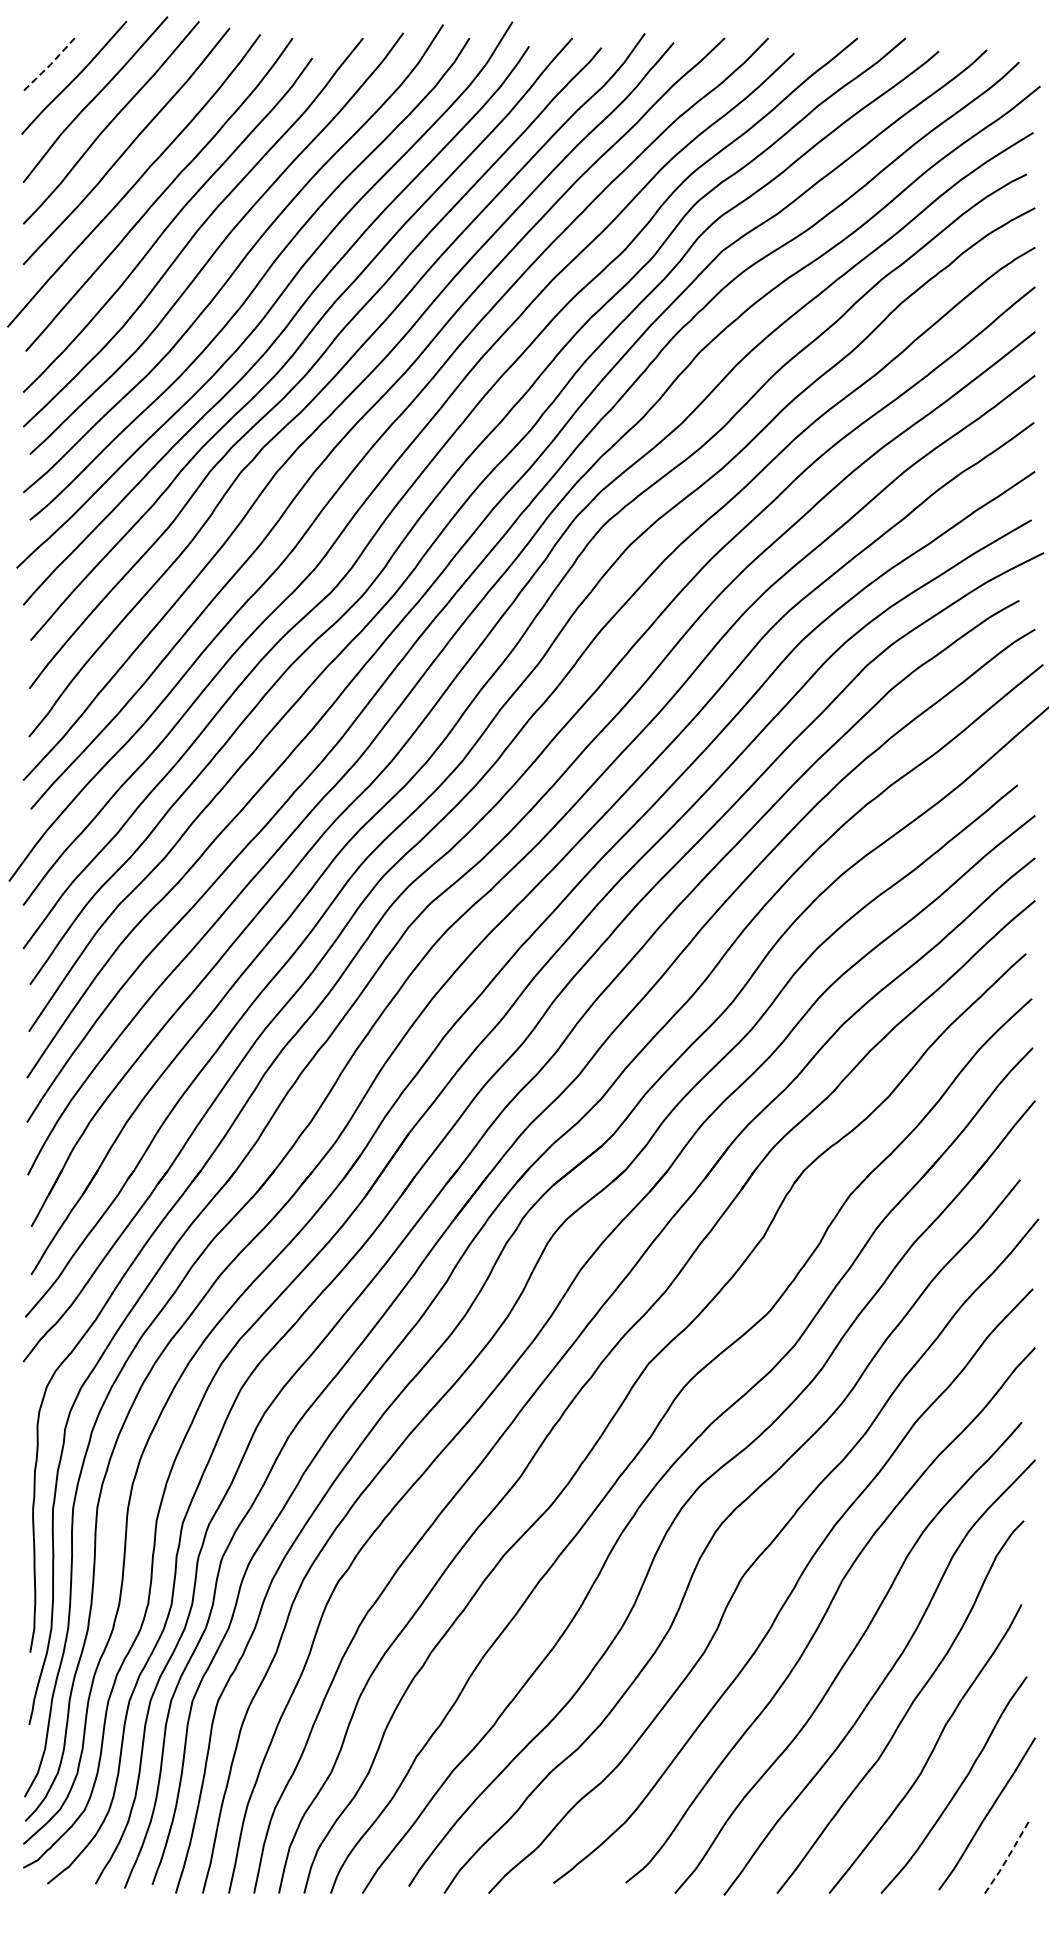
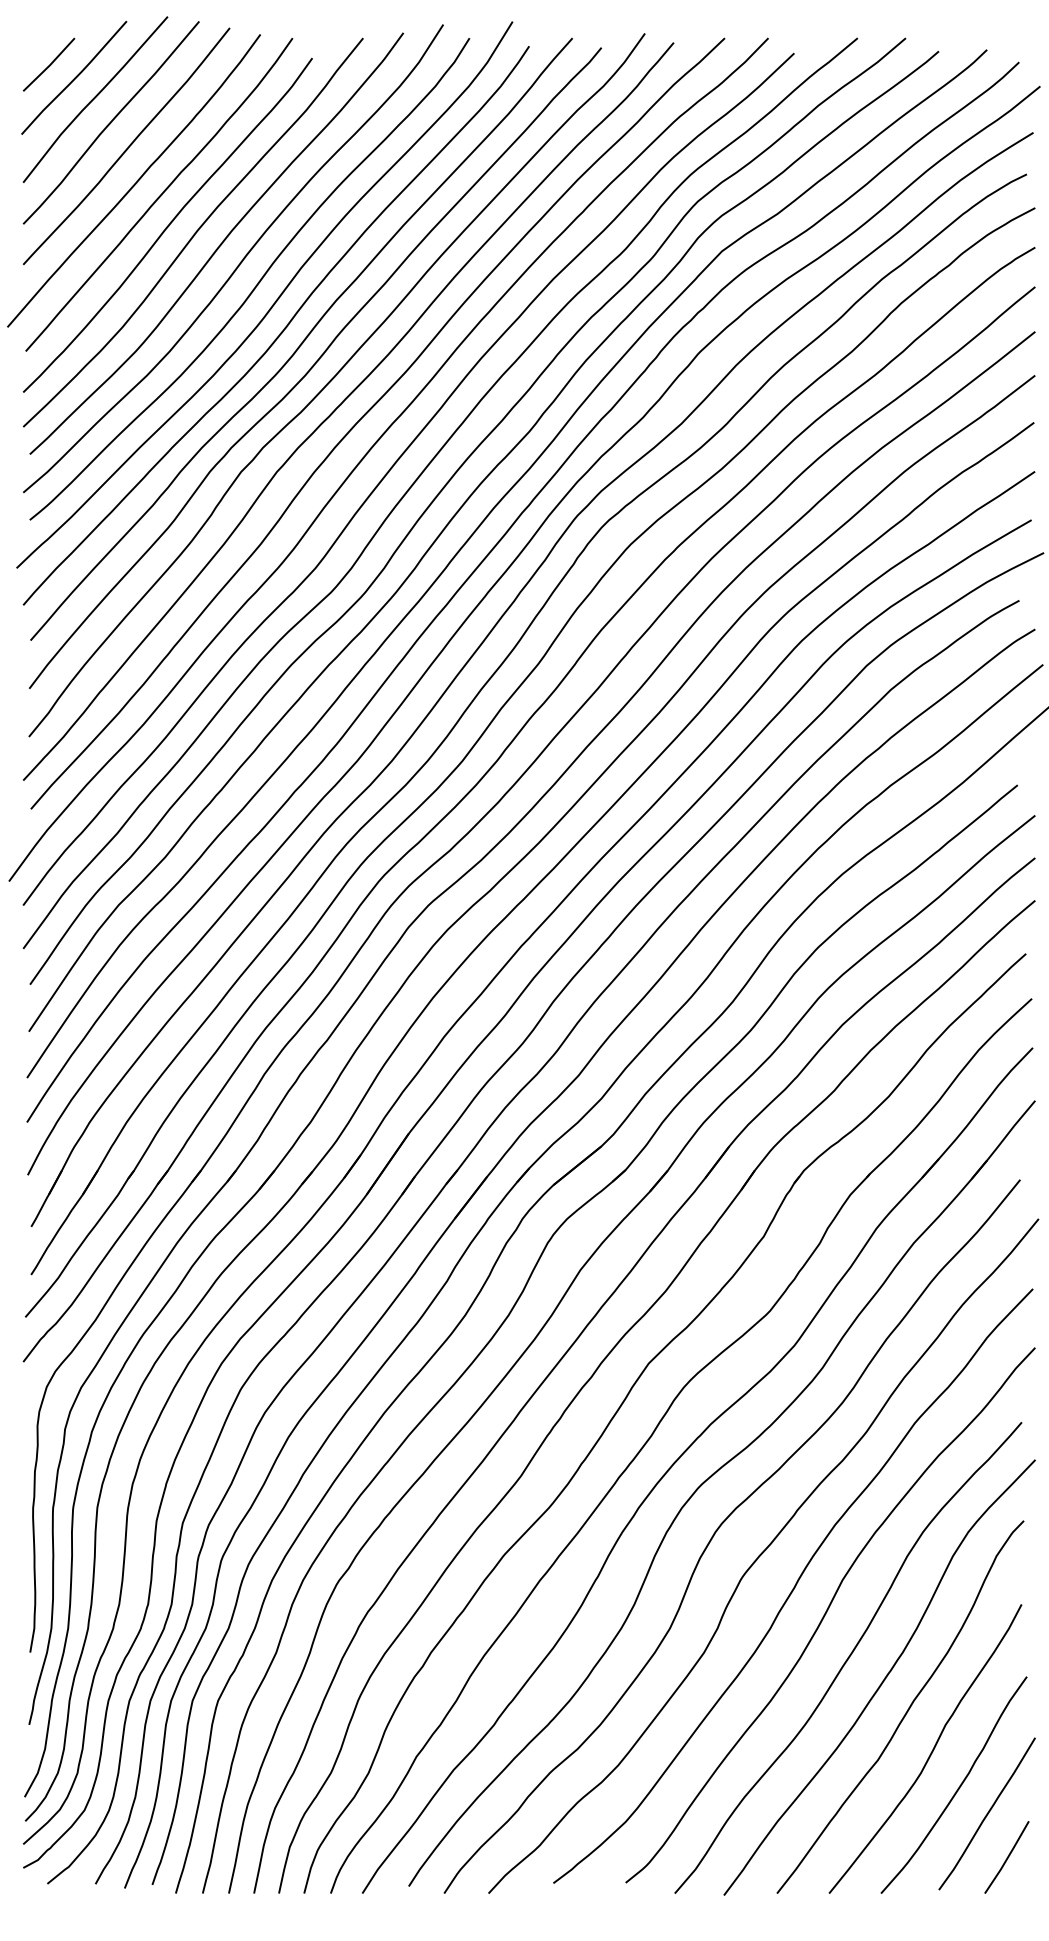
line at (50, 65): dashed -> solid
line at (1007, 1857): dashed -> solid
